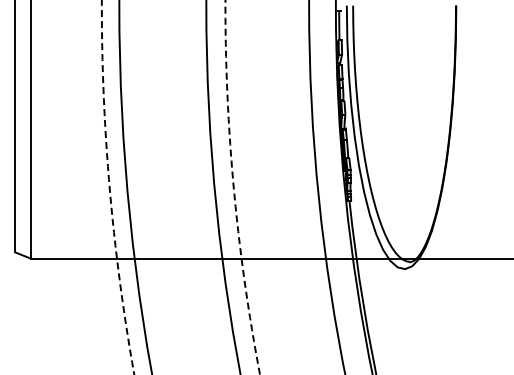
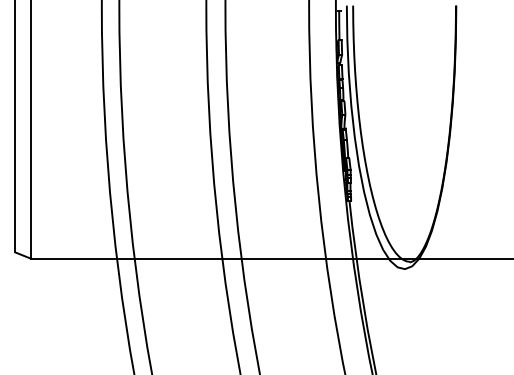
circle at (117, 187): dashed -> solid
circle at (242, 187): dashed -> solid
